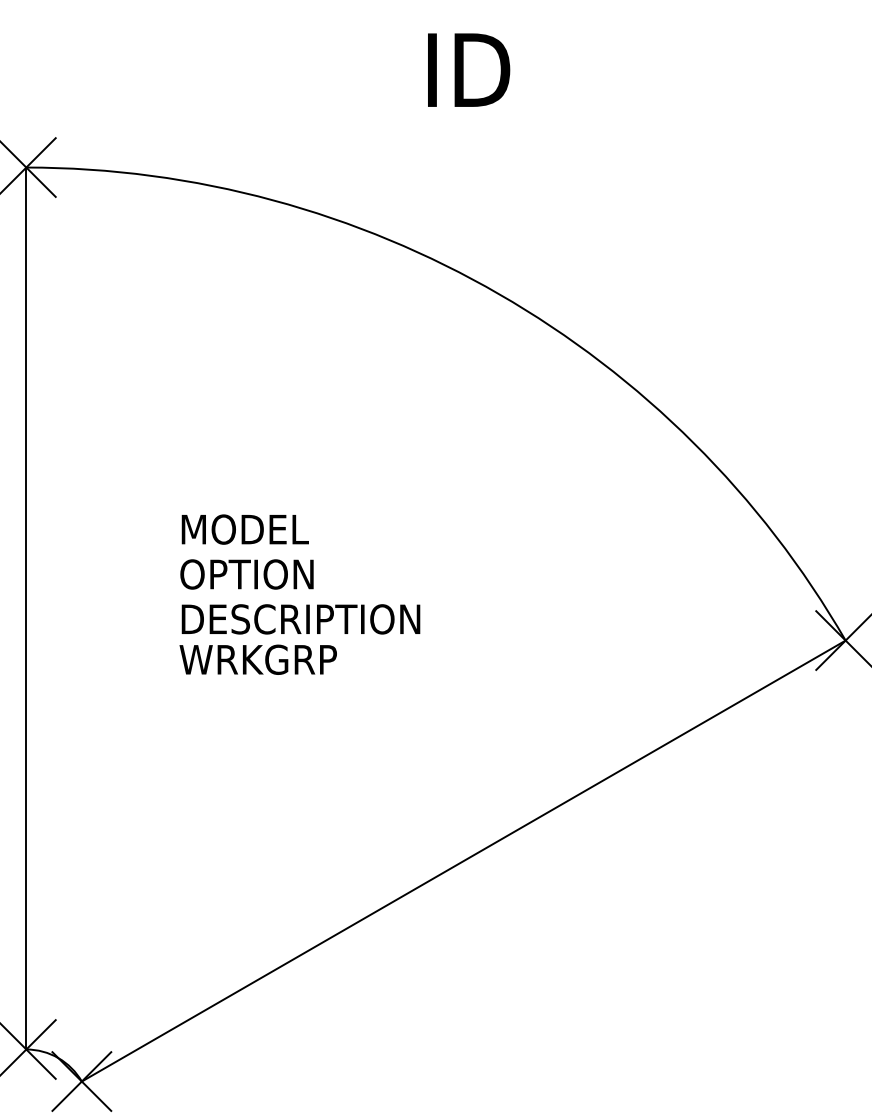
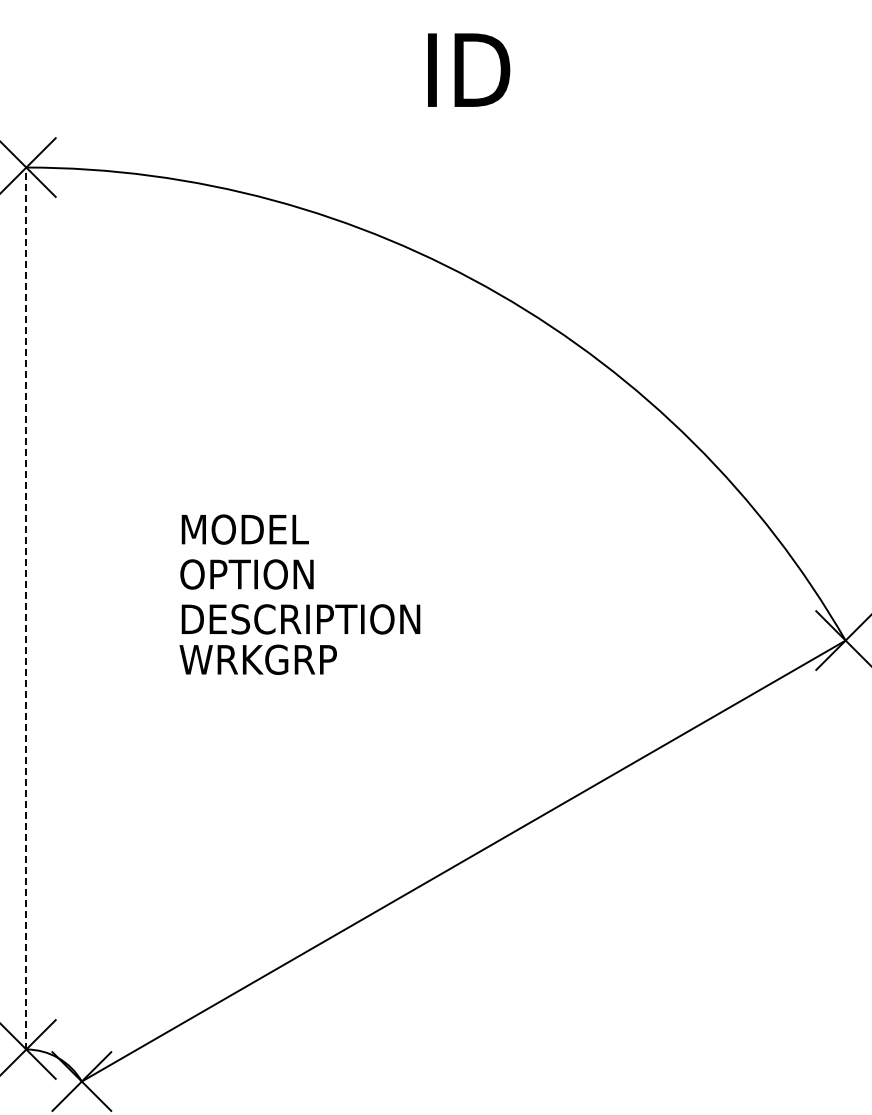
line at (26, 608): solid -> dashed
